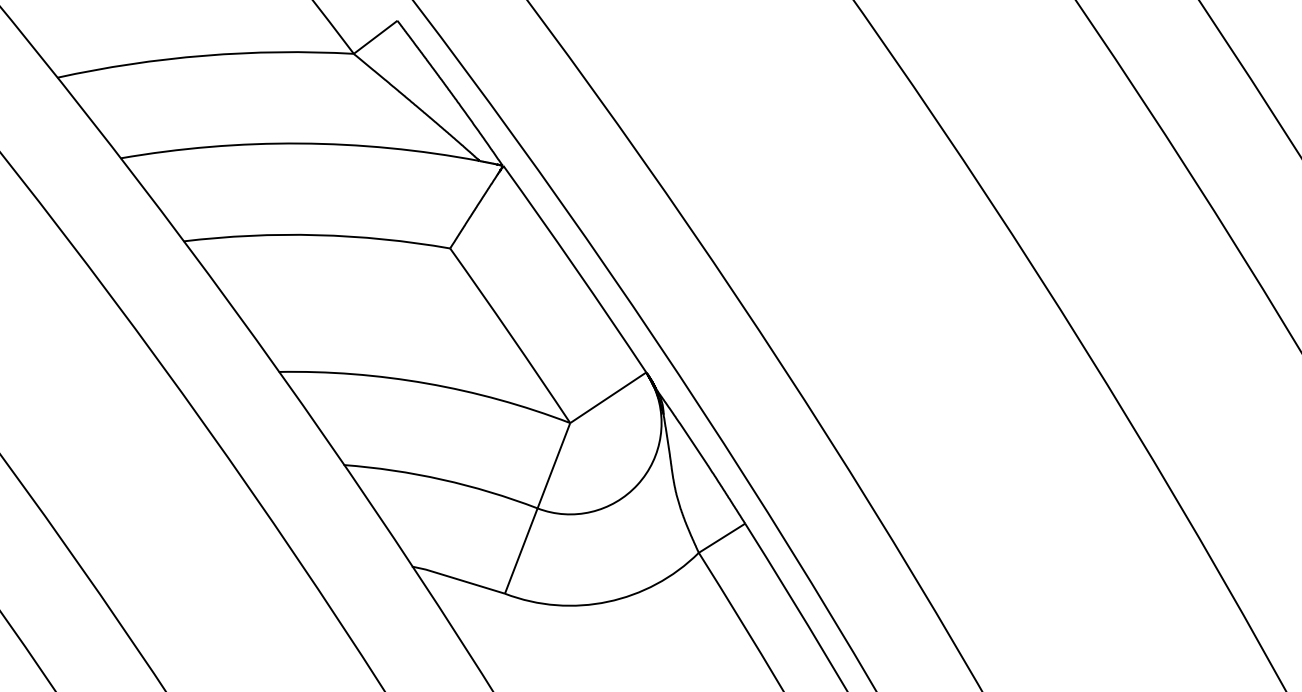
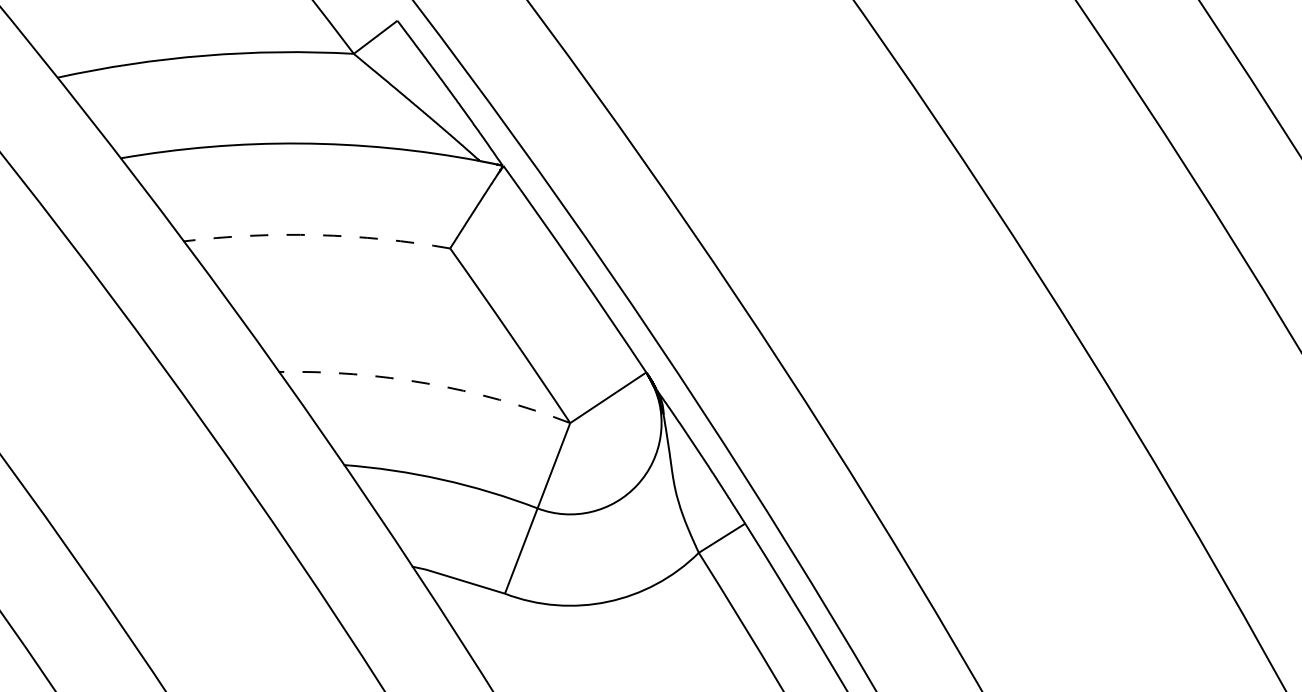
arc at (317, 235): solid -> dashed
arc at (426, 383): solid -> dashed
